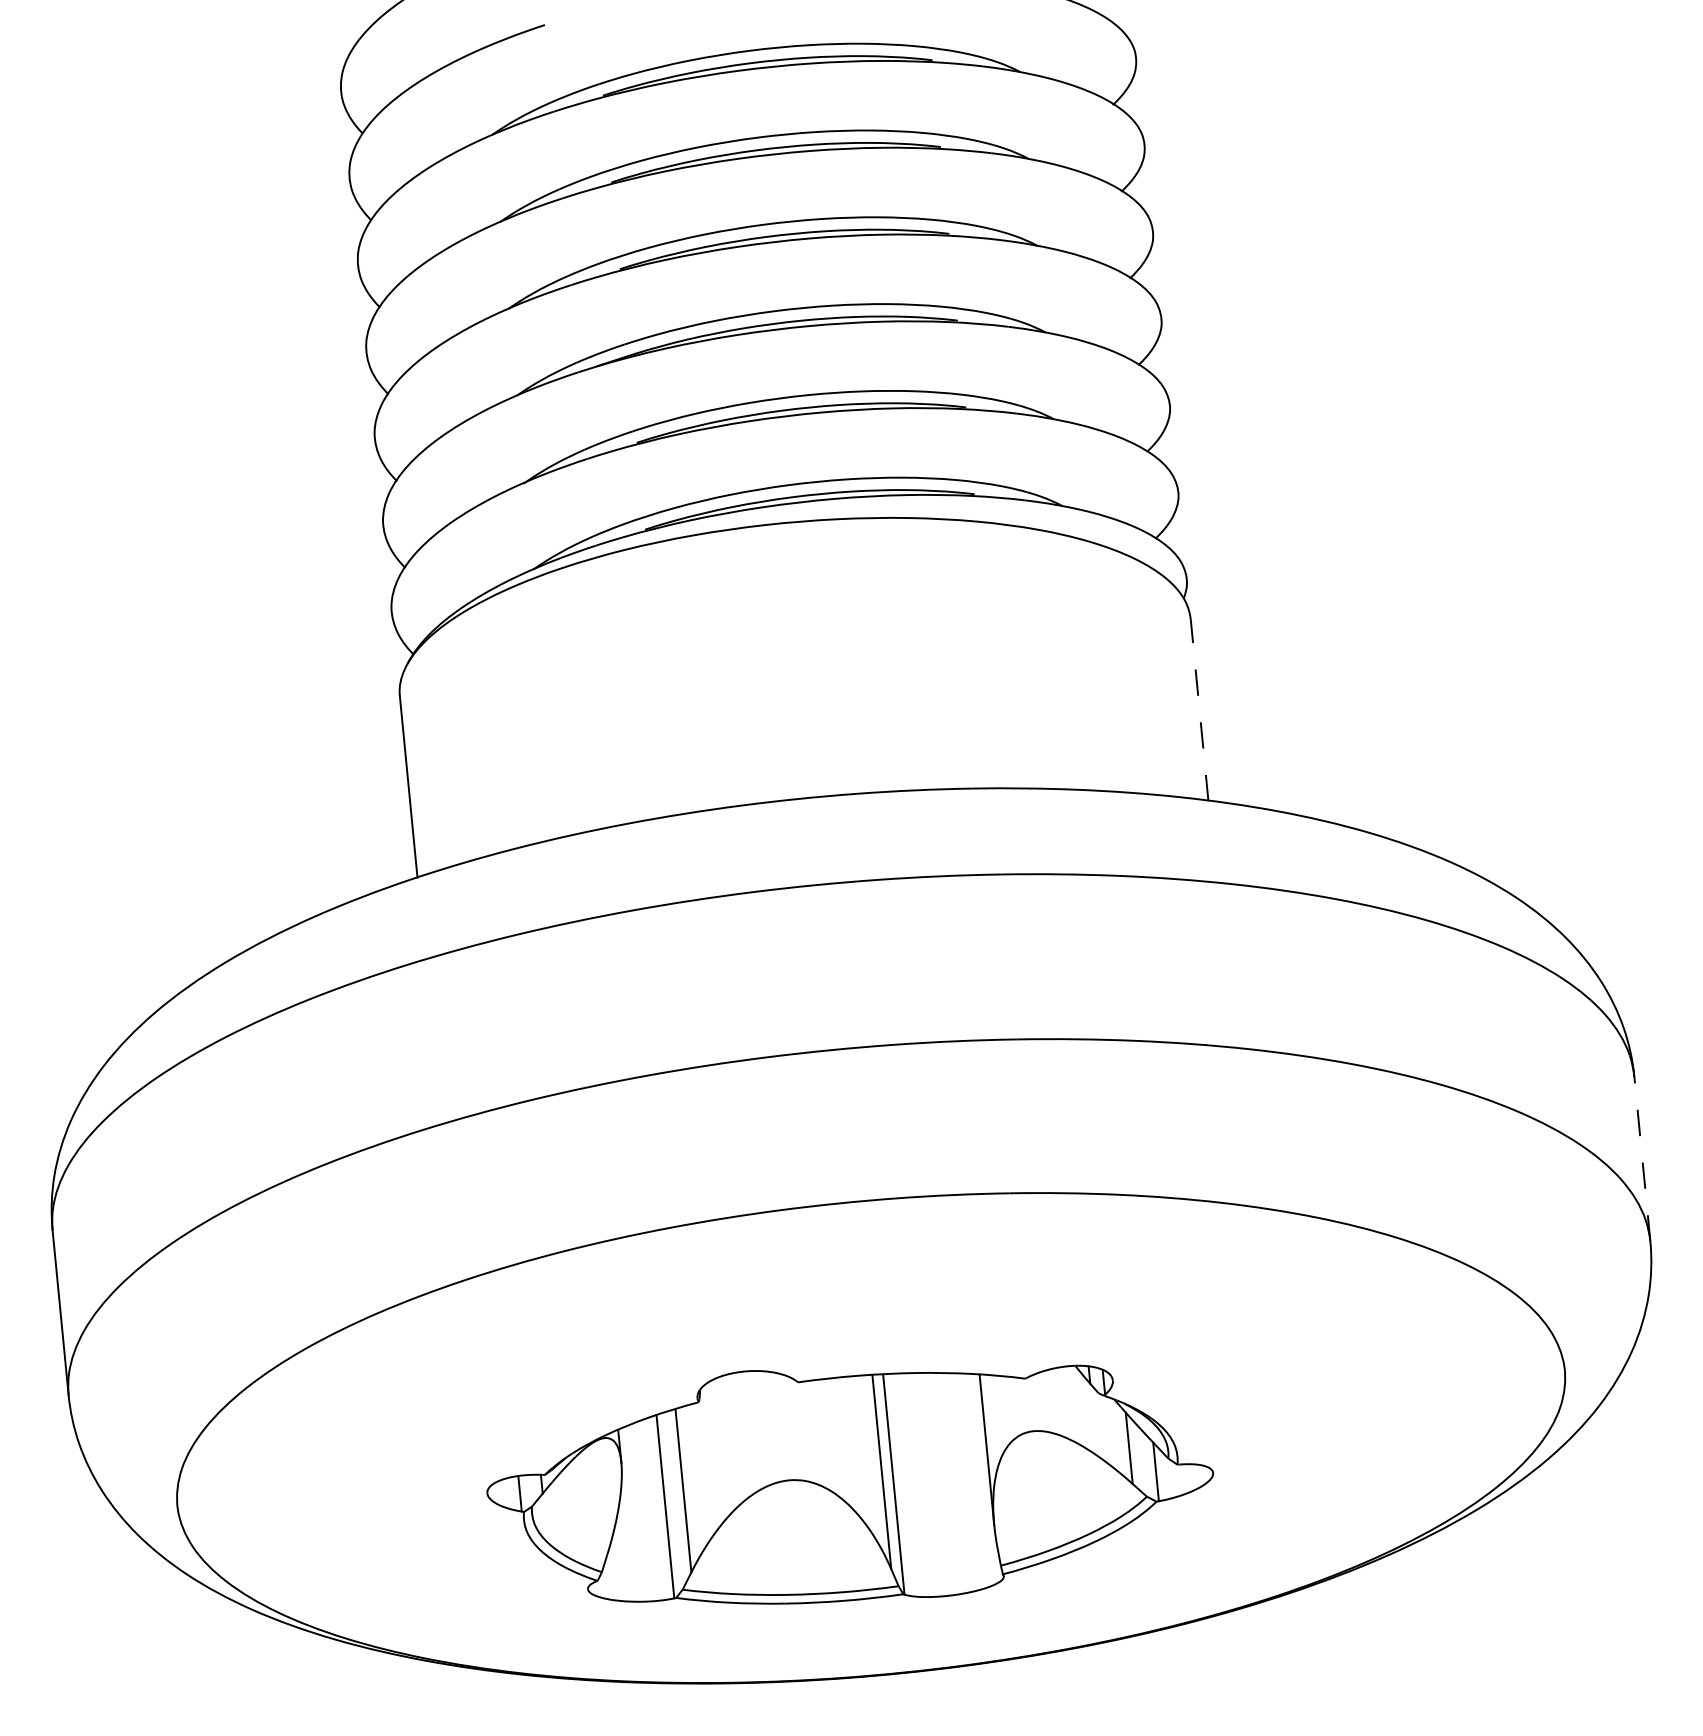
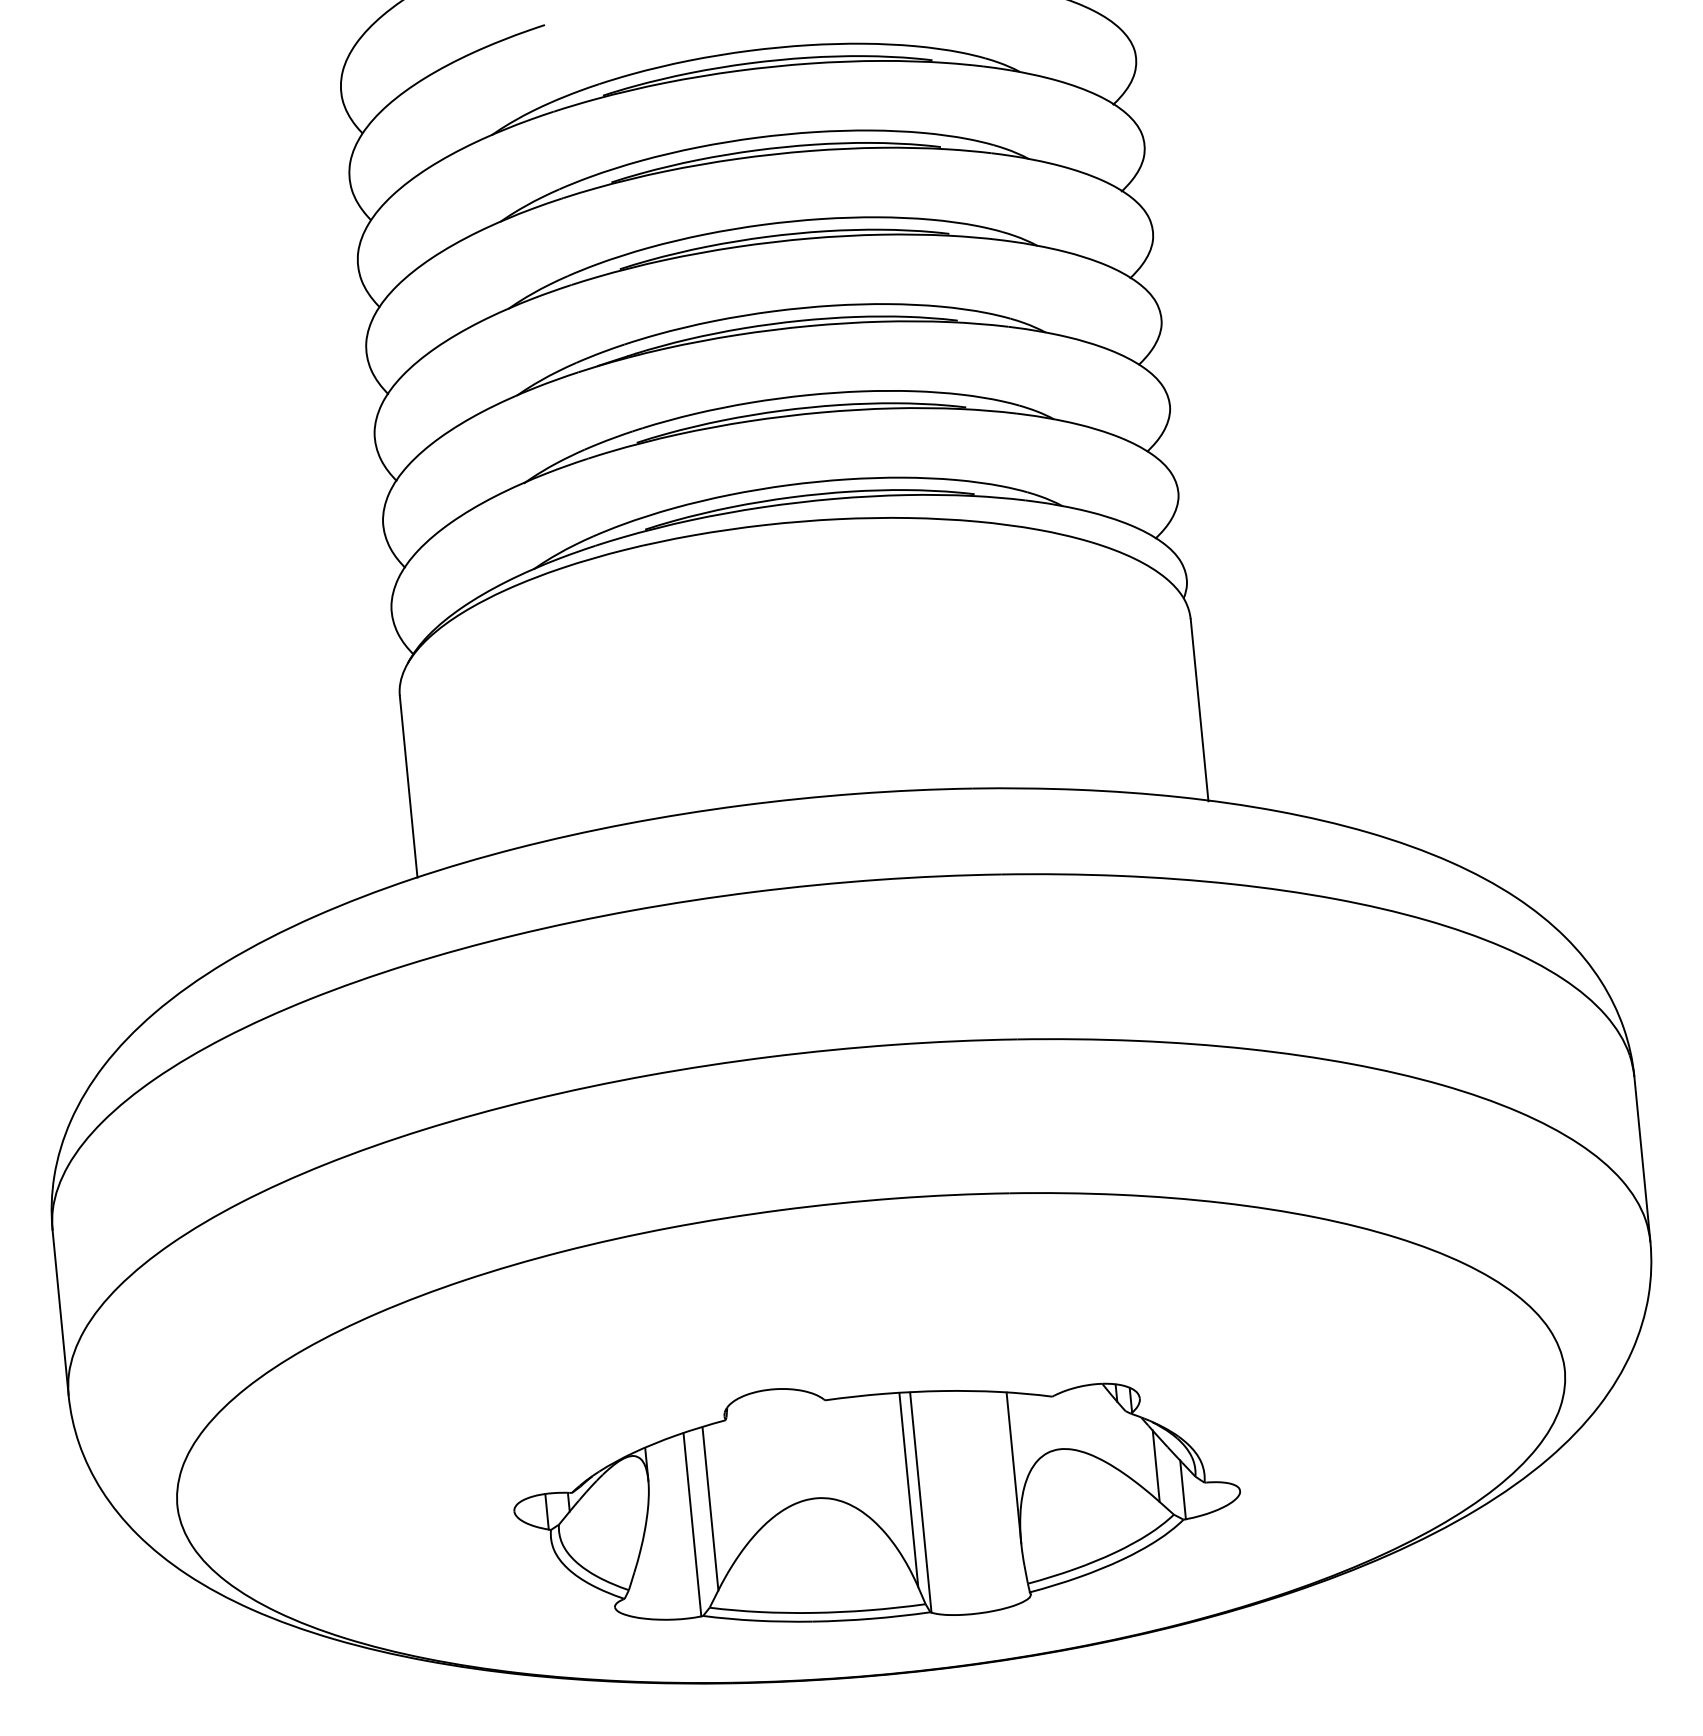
line at (1199, 710): dashed -> solid
line at (1642, 1159): dashed -> solid
part at (849, 1484) position: (849, 1484) -> (876, 1502)
